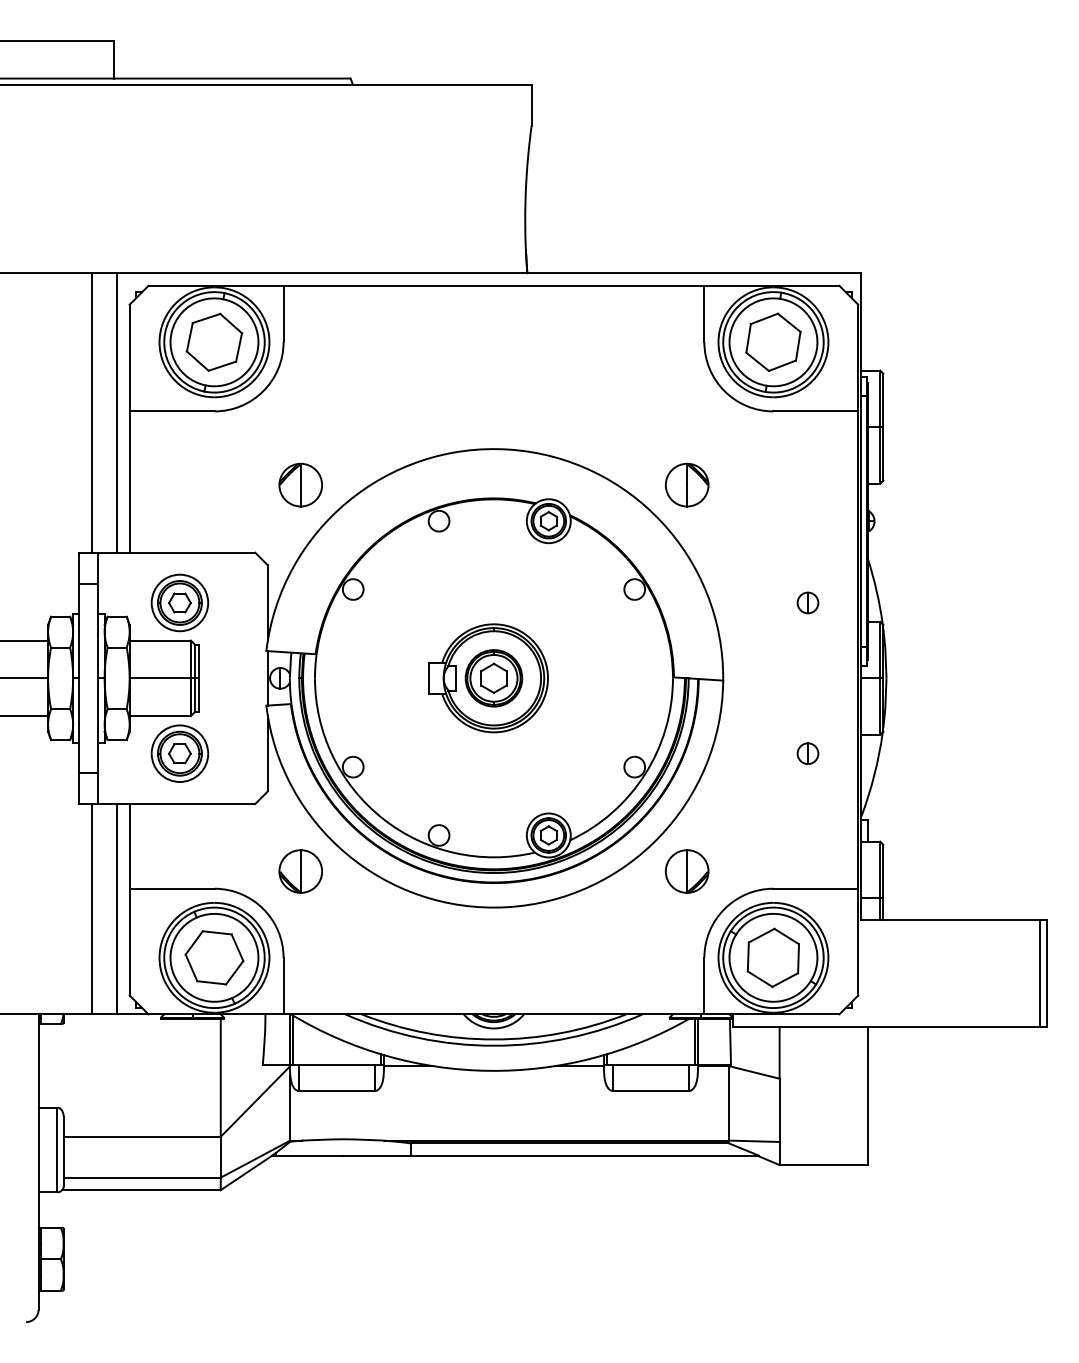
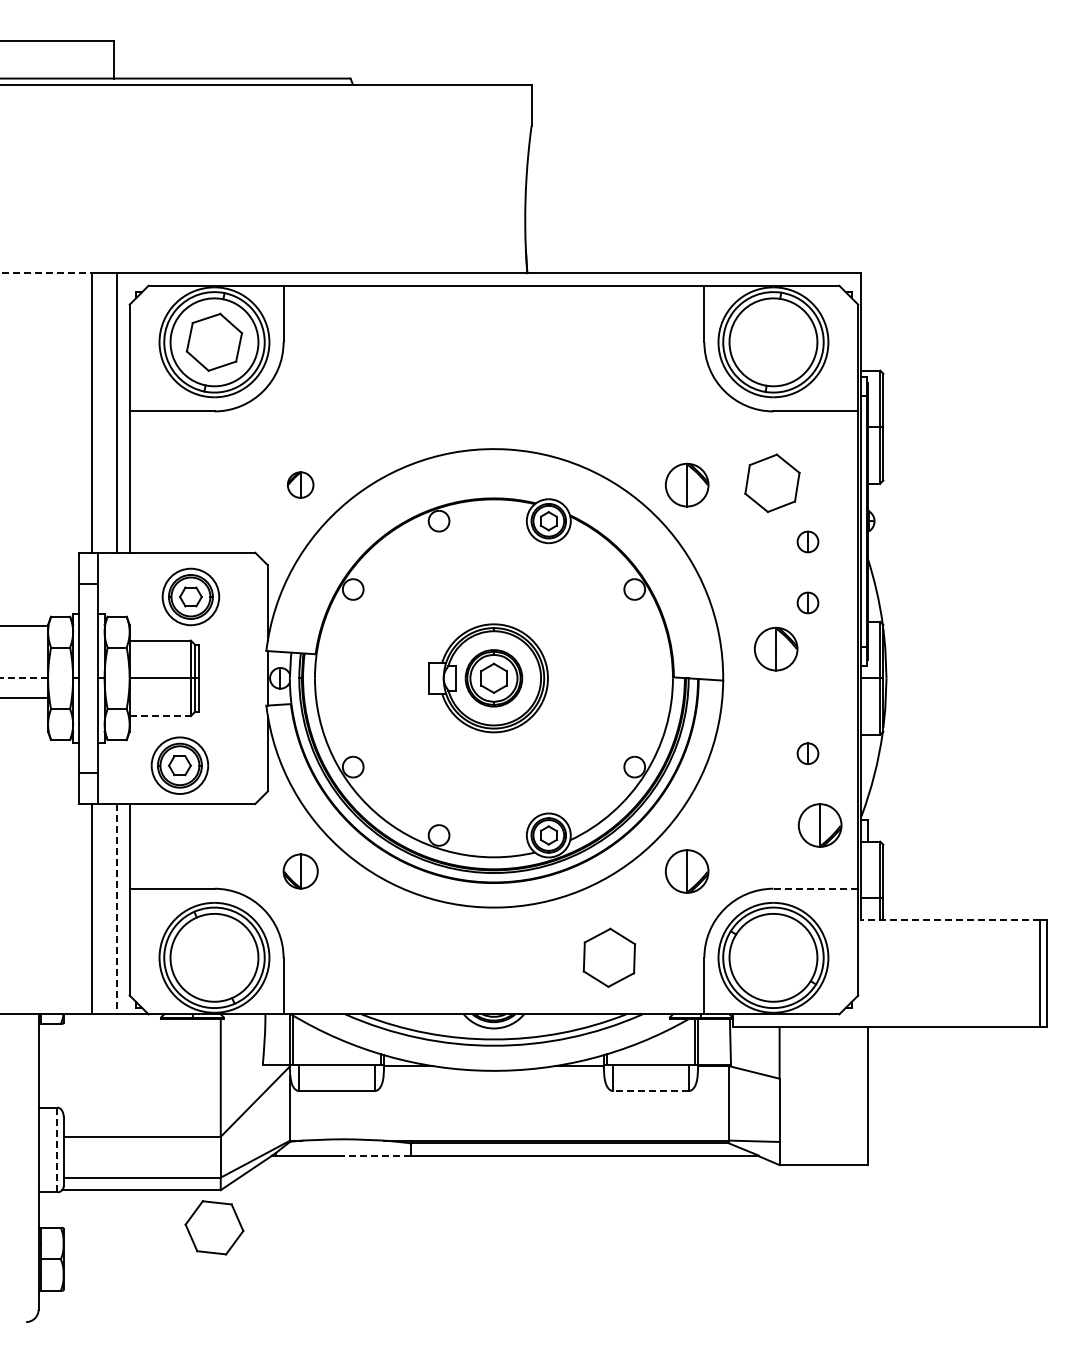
line at (46, 273): solid -> dashed
part at (773, 341) position: (773, 341) -> (772, 482)
part at (300, 484) size: 45x46 px -> 28x28 px
part at (807, 541): none -> present
part at (179, 602) position: (179, 602) -> (190, 596)
line at (25, 640) position: (25, 640) -> (25, 625)
part at (775, 648): none -> present
line at (24, 678): solid -> dashed
line at (25, 716) position: (25, 716) -> (25, 698)
line at (160, 716): solid -> dashed
part at (179, 753) position: (179, 753) -> (179, 765)
part at (819, 825): none -> present
part at (300, 871) size: 45x45 px -> 37x37 px
line at (815, 888): solid -> dashed
line at (117, 909): solid -> dashed
line at (950, 920): solid -> dashed
part at (214, 957) position: (214, 957) -> (214, 1227)
part at (772, 957) position: (772, 957) -> (608, 957)
line at (650, 1091): solid -> dashed
line at (57, 1150): solid -> dashed
line at (376, 1155): solid -> dashed
